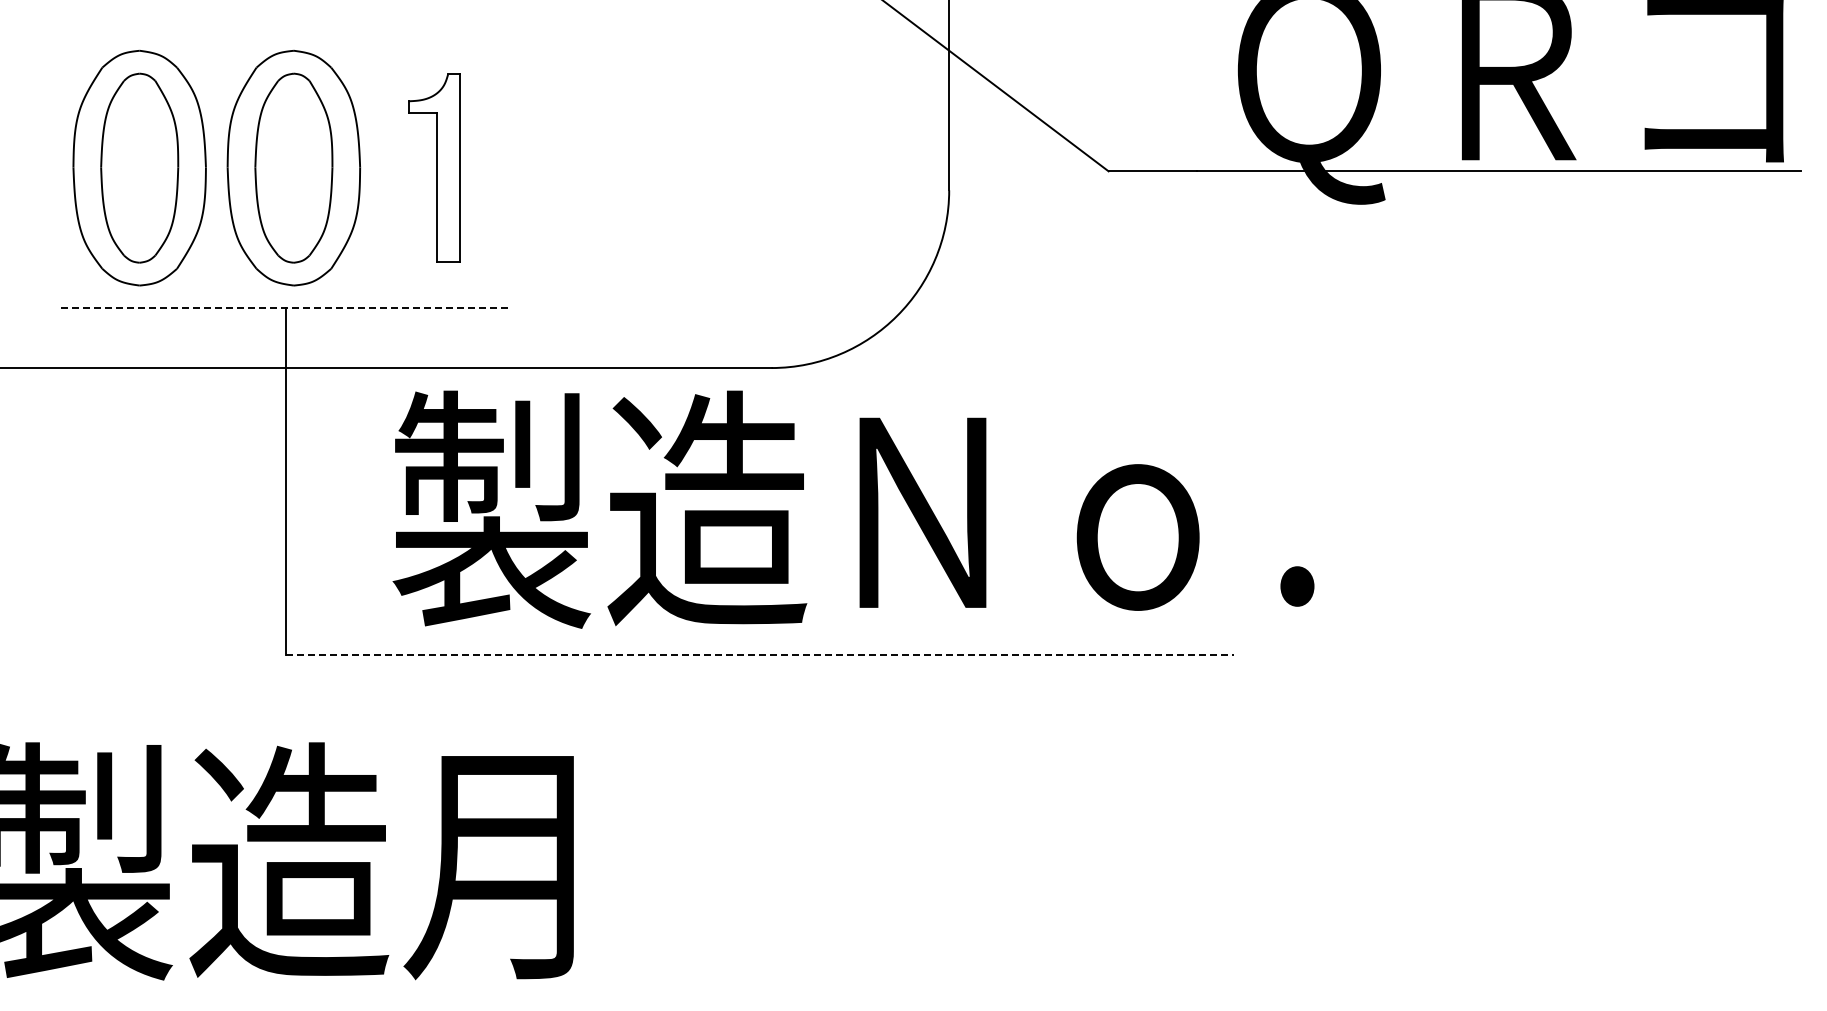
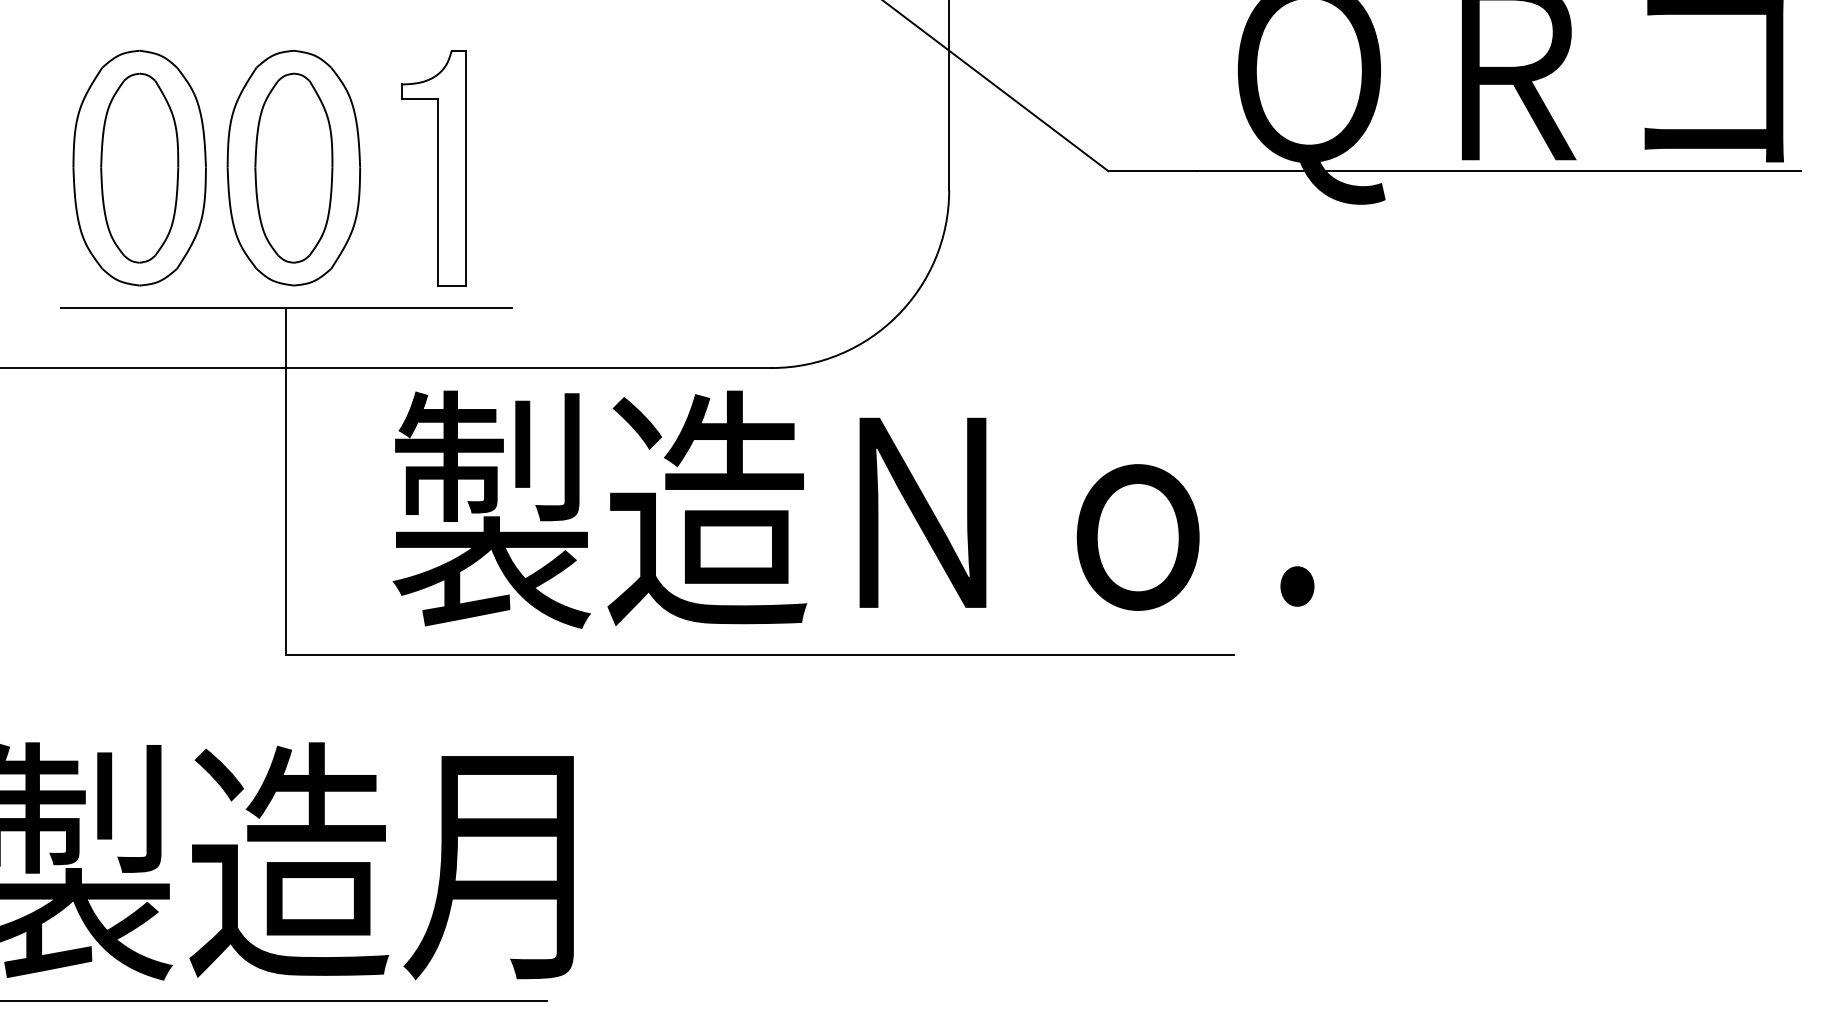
part at (434, 167) size: 53x190 px -> 66x237 px
line at (286, 308): dashed -> solid
line at (760, 654): dashed -> solid
line at (274, 1001): none -> present
